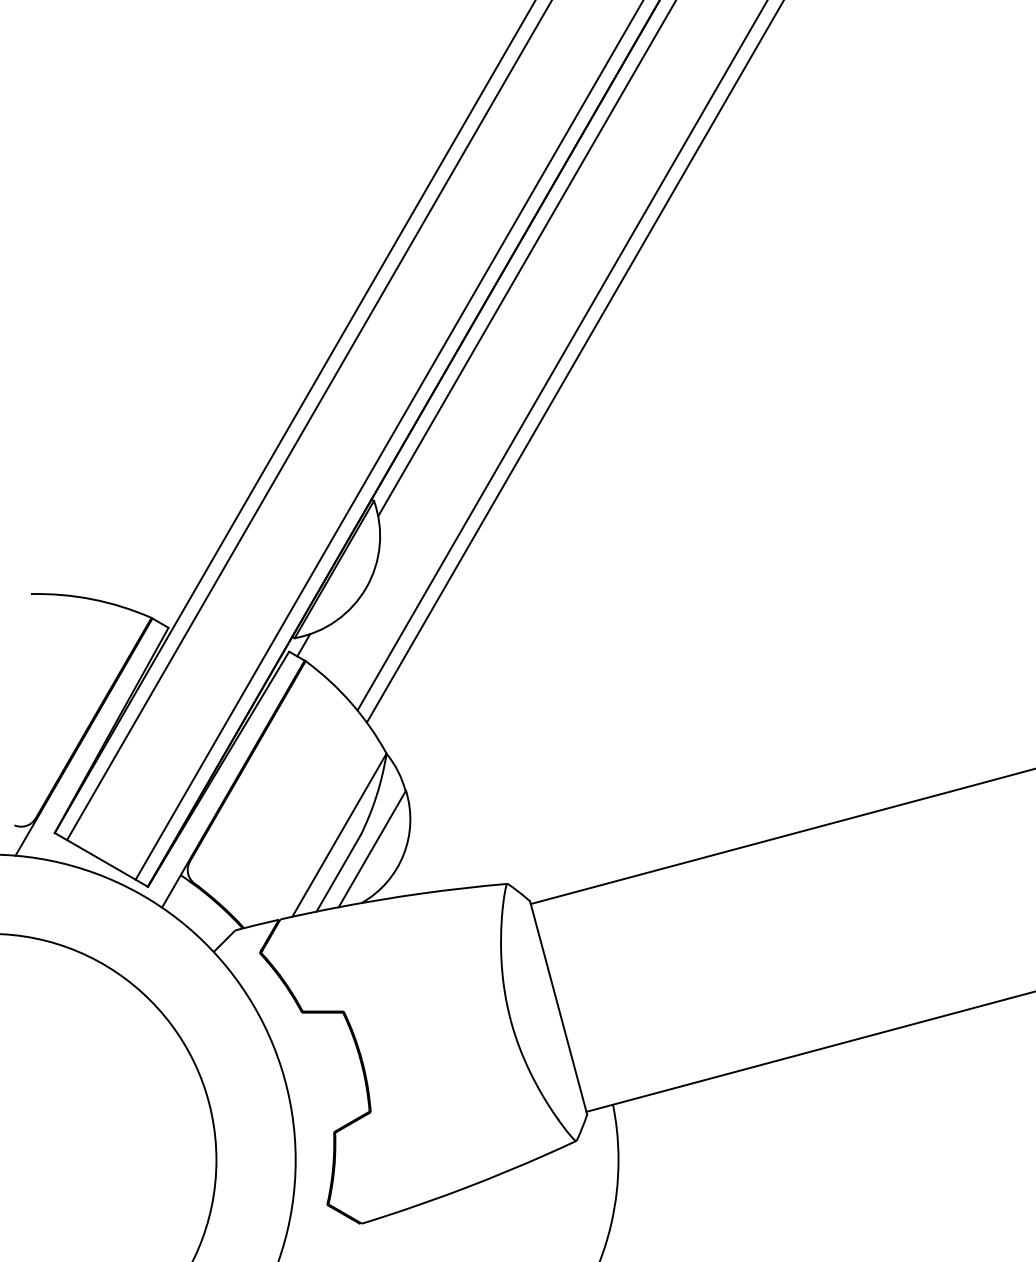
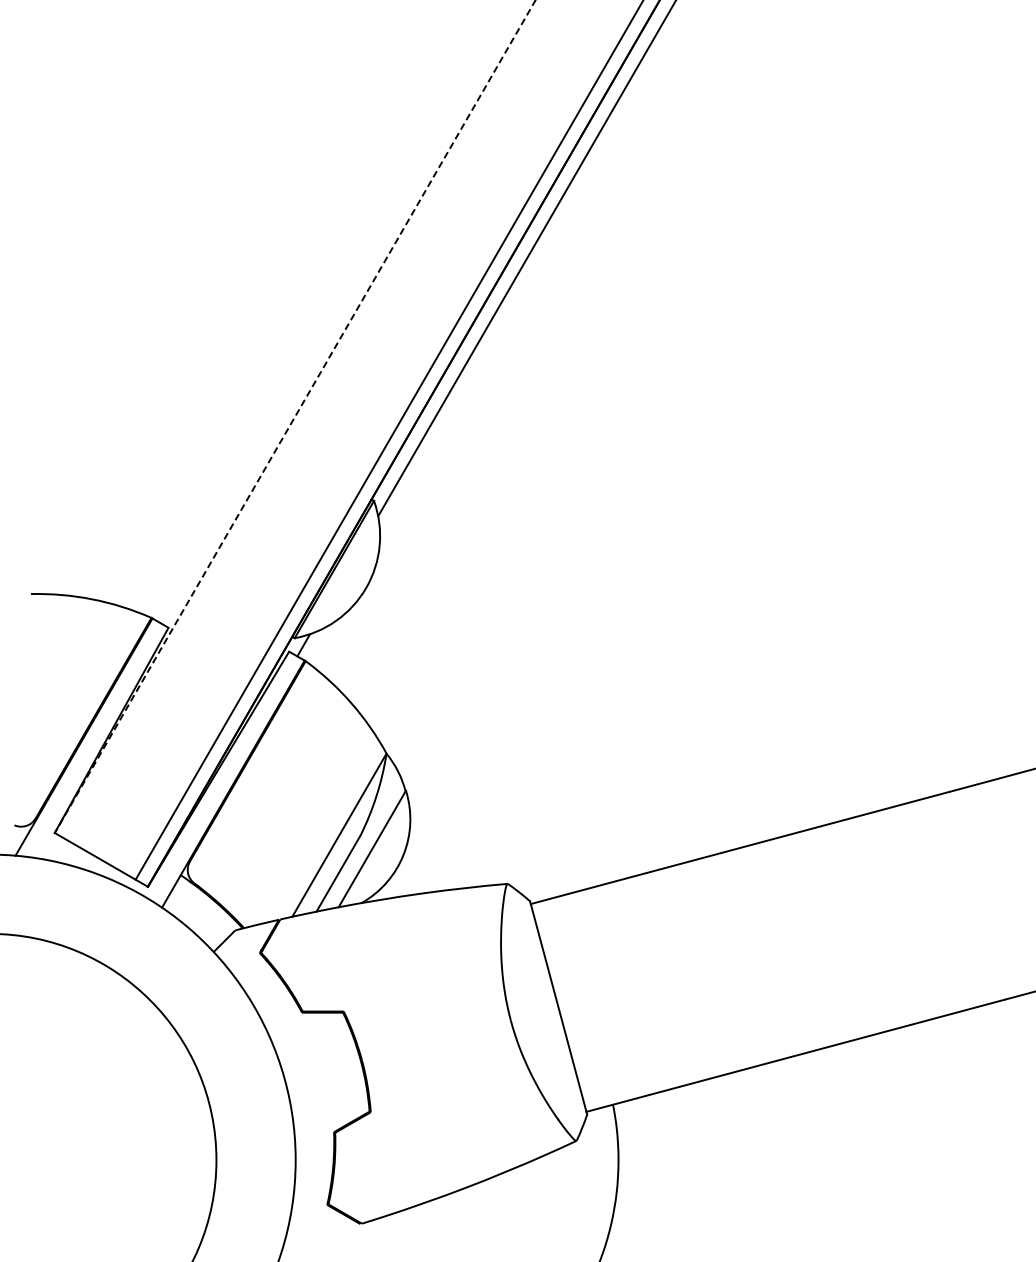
line at (561, 356): present -> none
line at (574, 362): present -> none
line at (295, 416): solid -> dashed
line at (308, 421): present -> none
